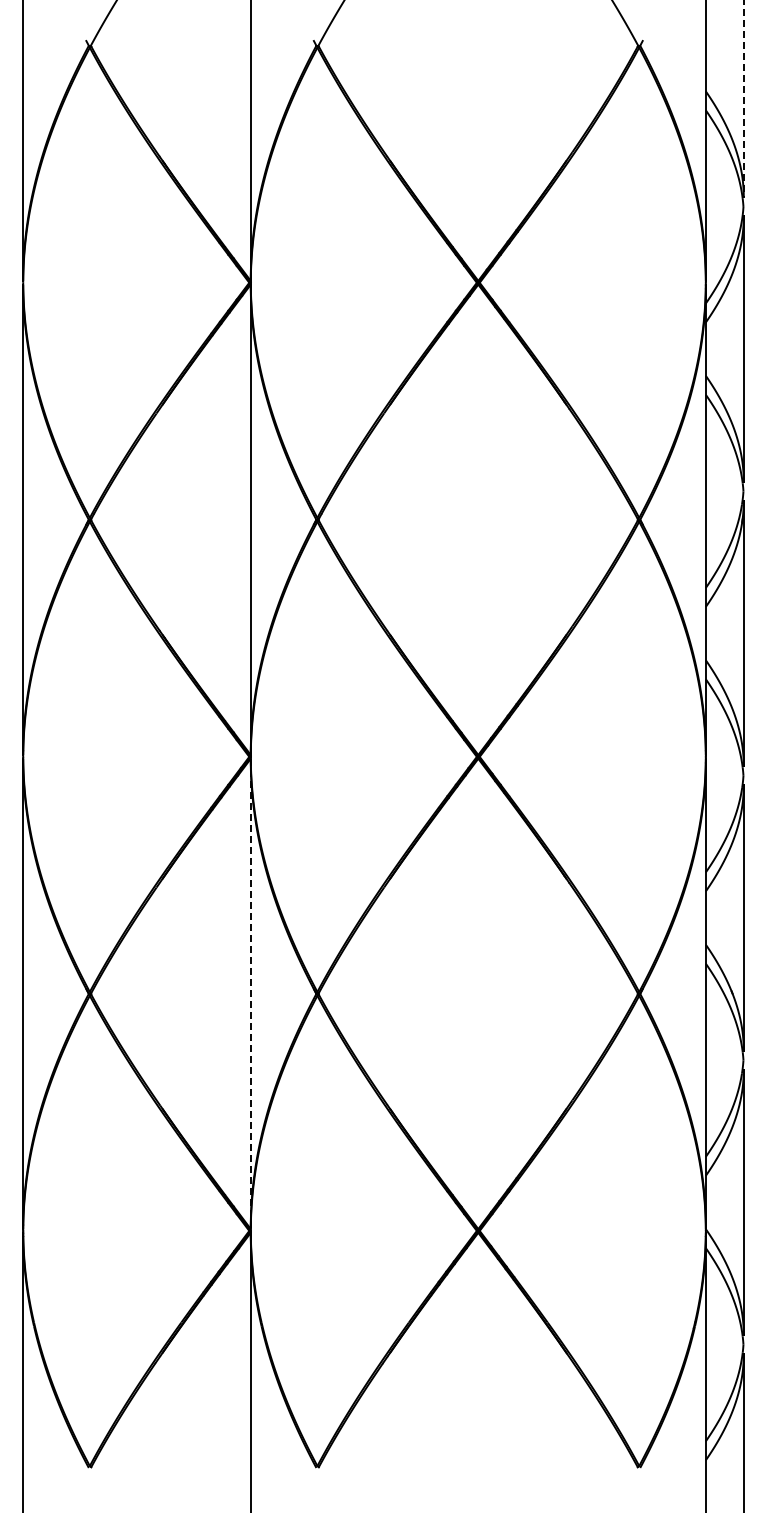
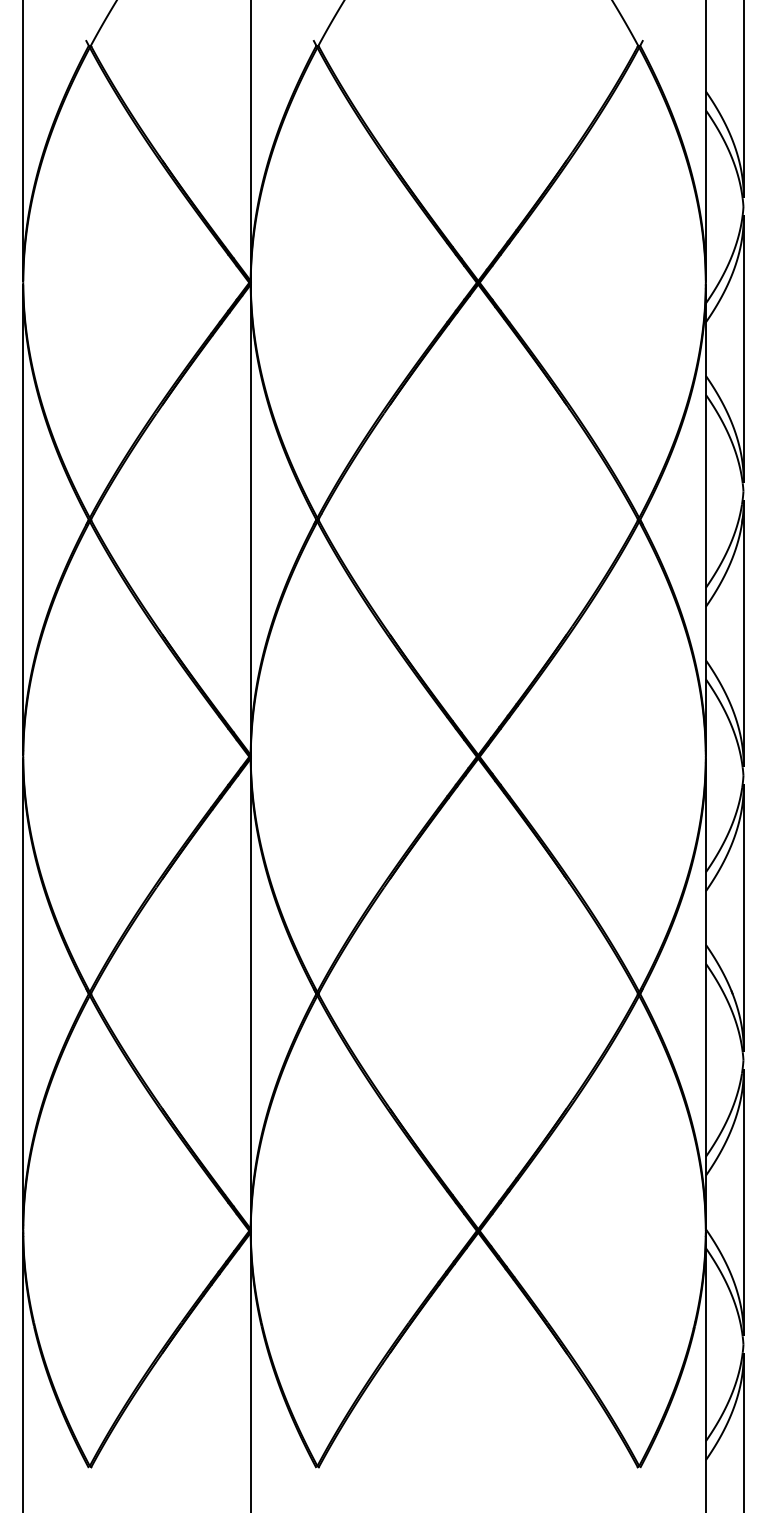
line at (743, 99): dashed -> solid
line at (250, 994): dashed -> solid
